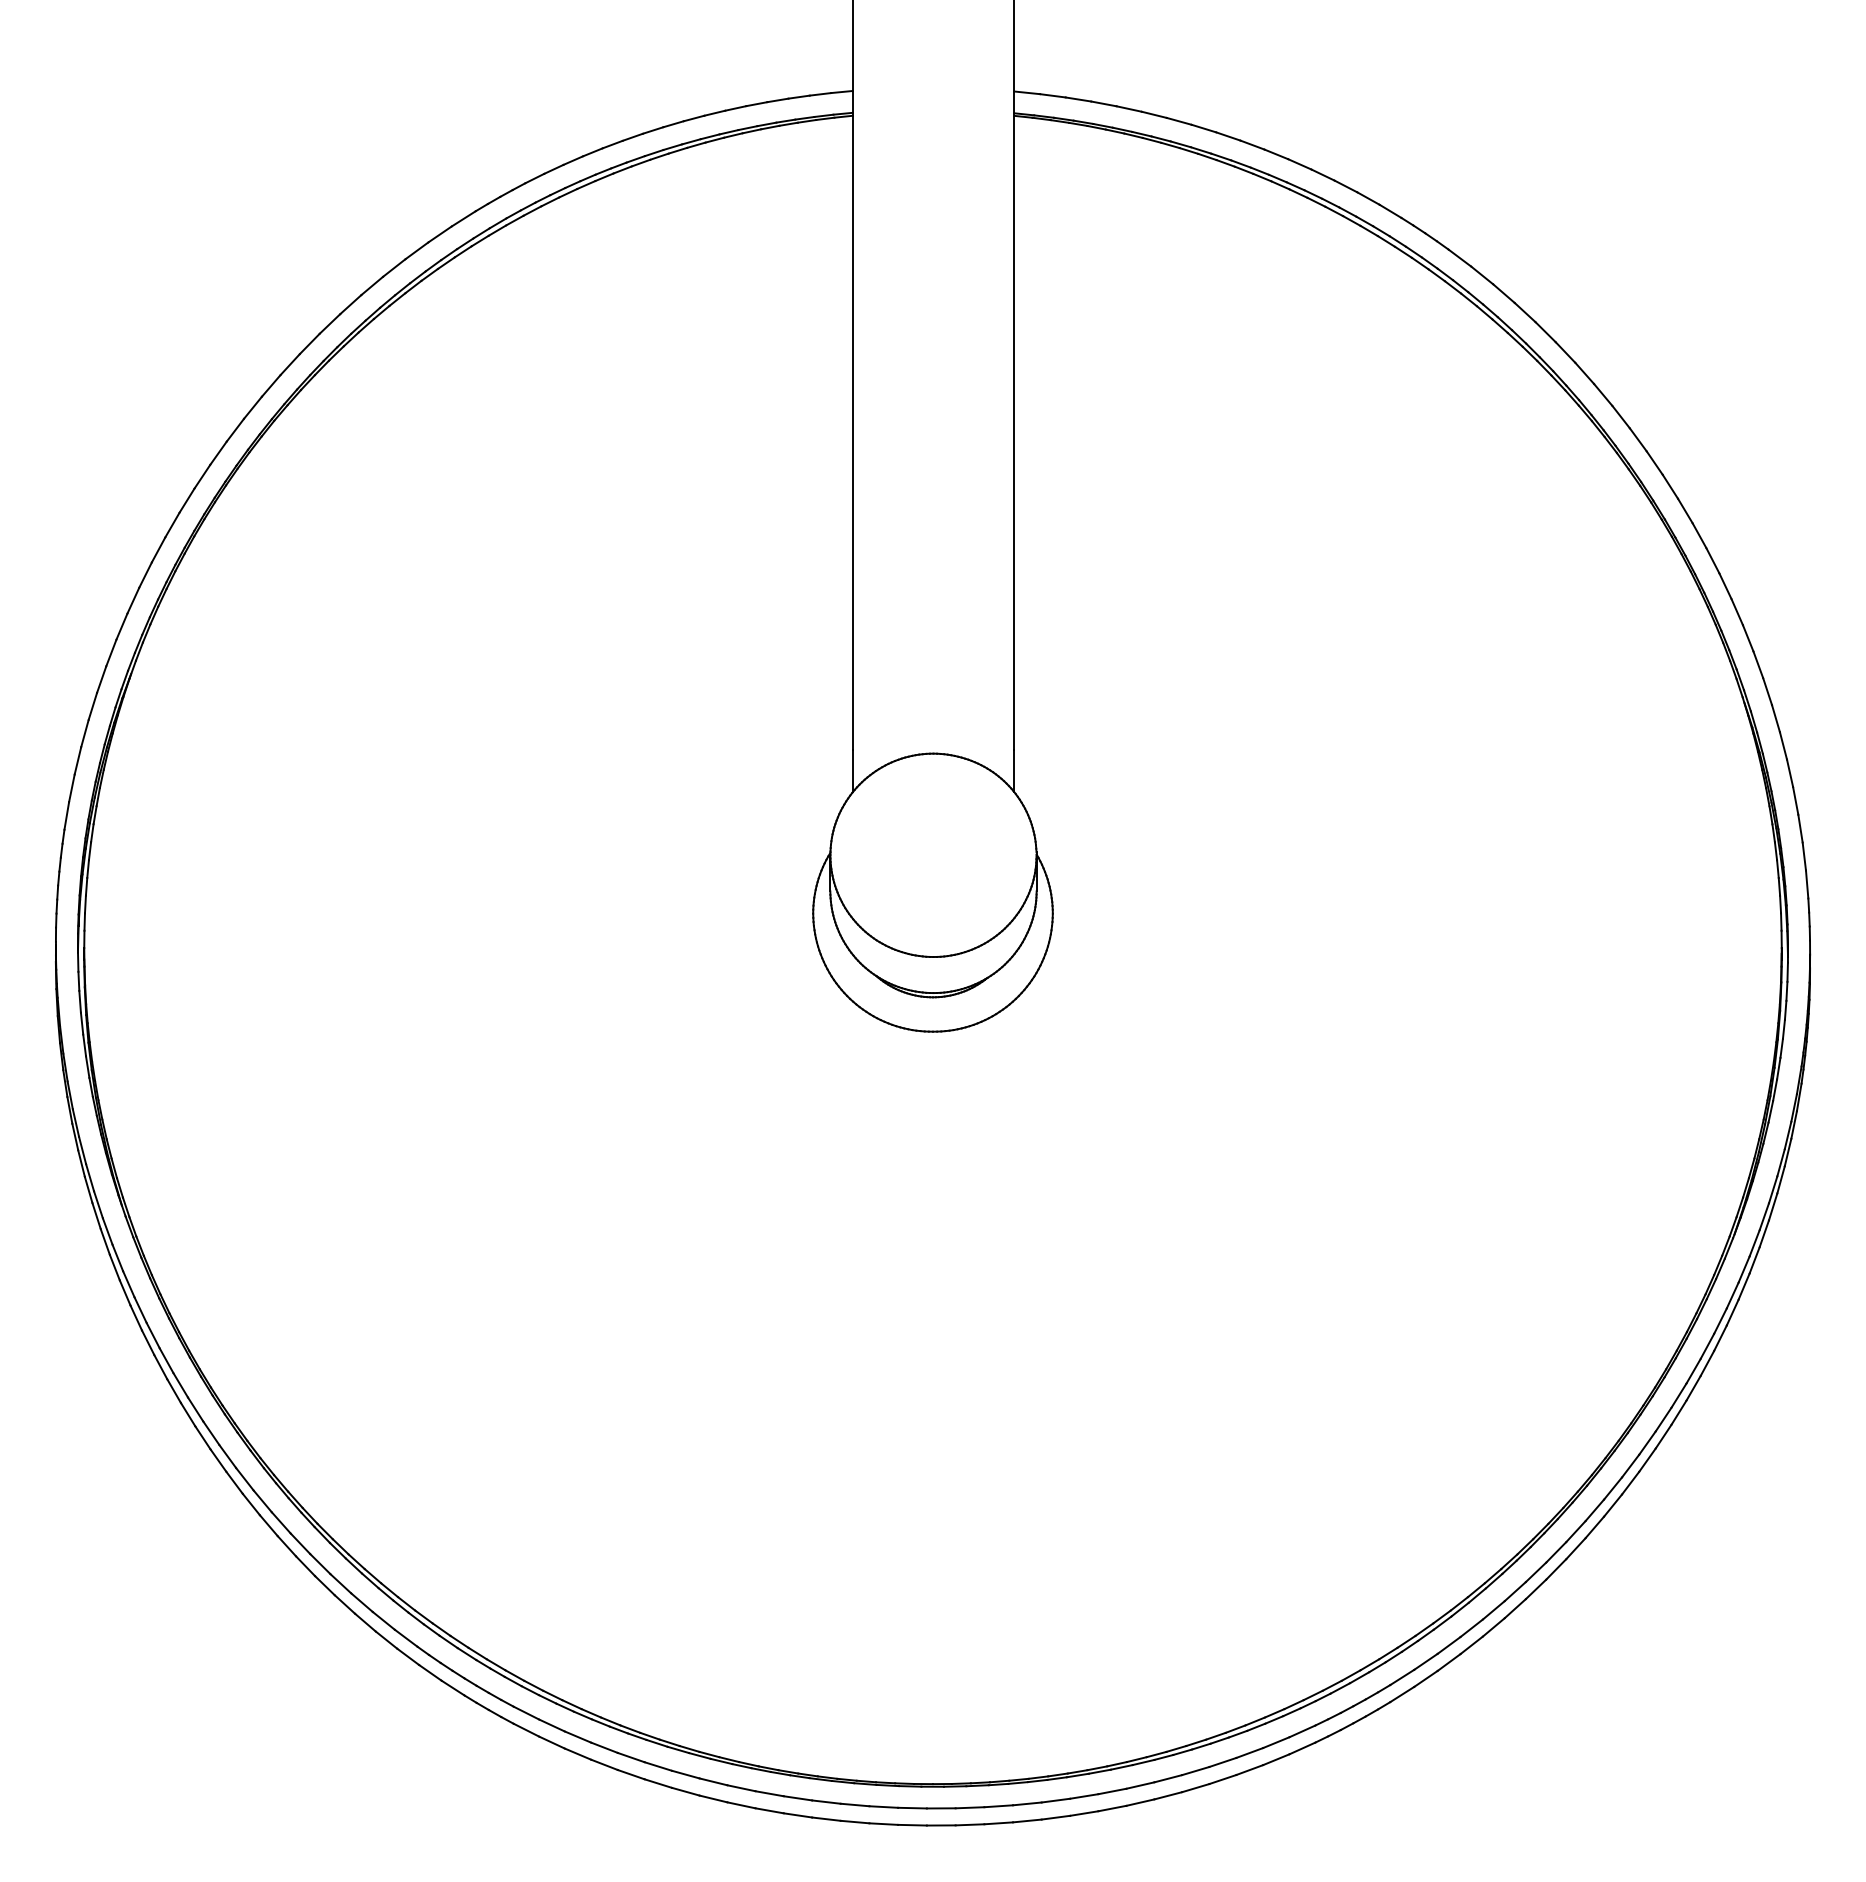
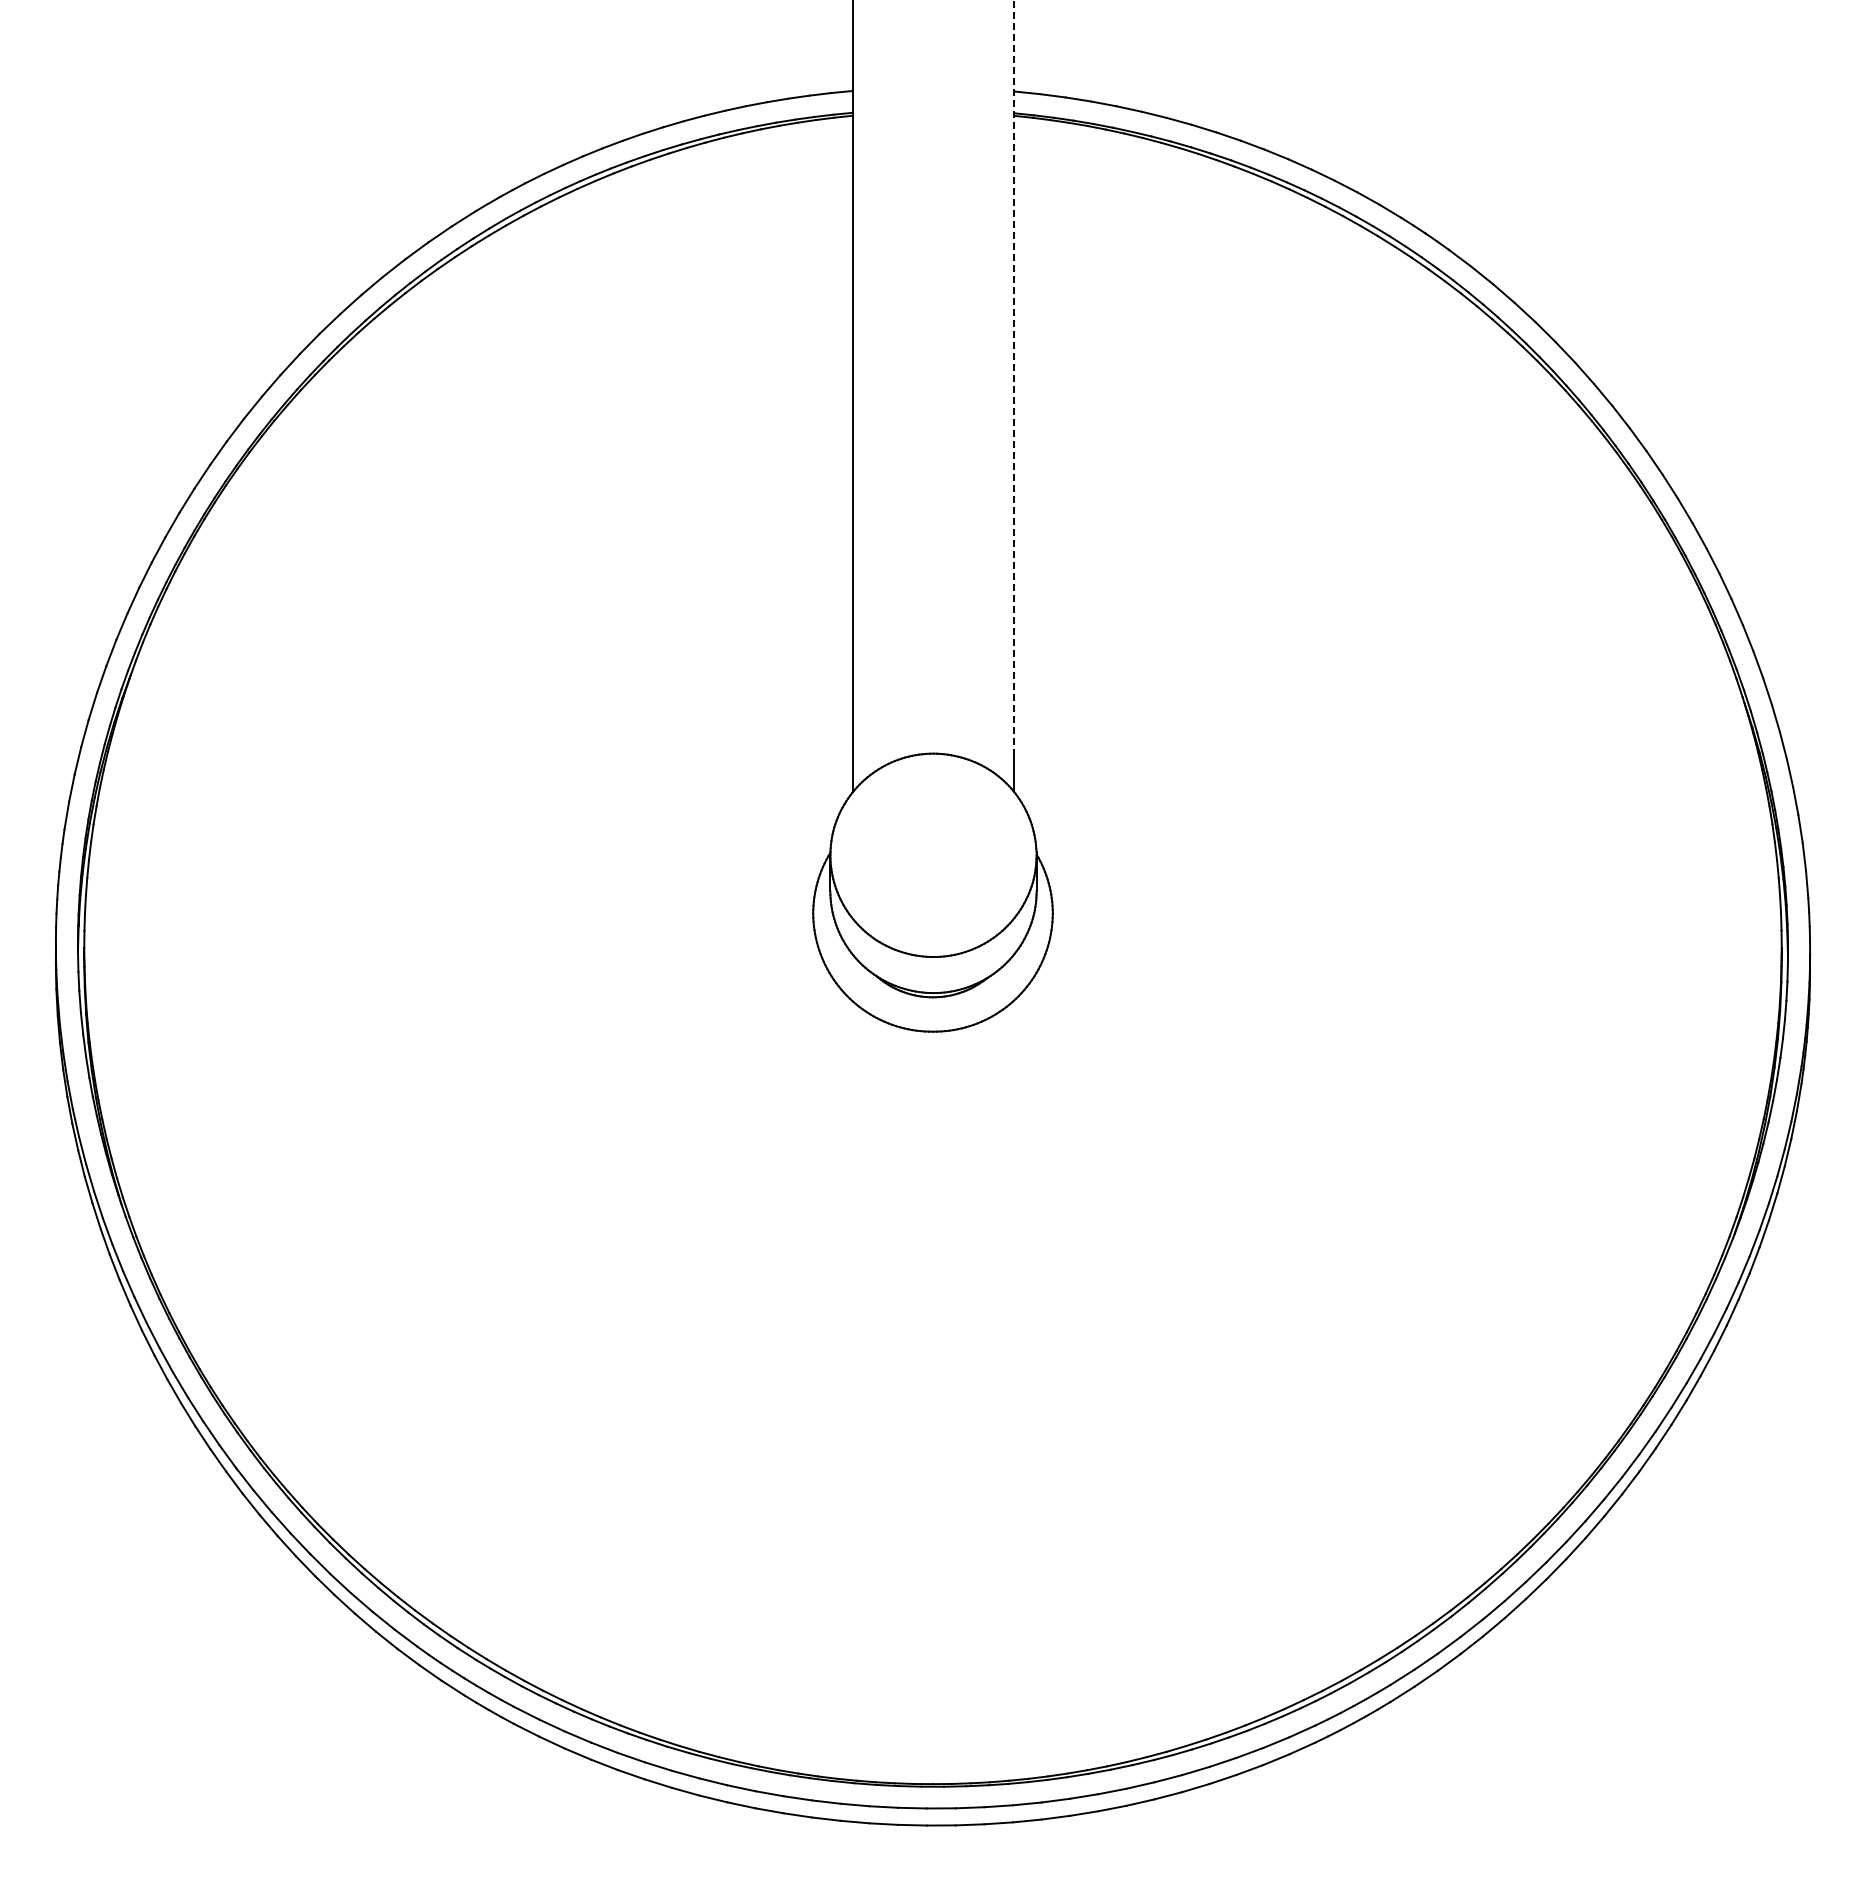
line at (1014, 374): solid -> dashed
